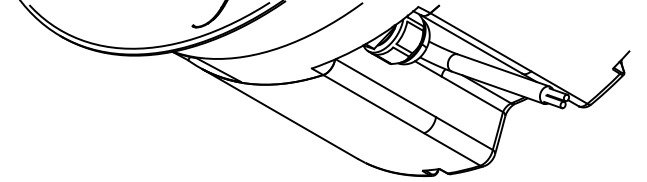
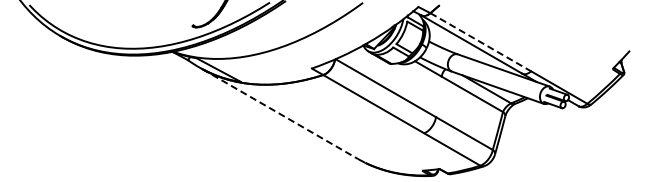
line at (481, 42): solid -> dashed
line at (280, 114): solid -> dashed
